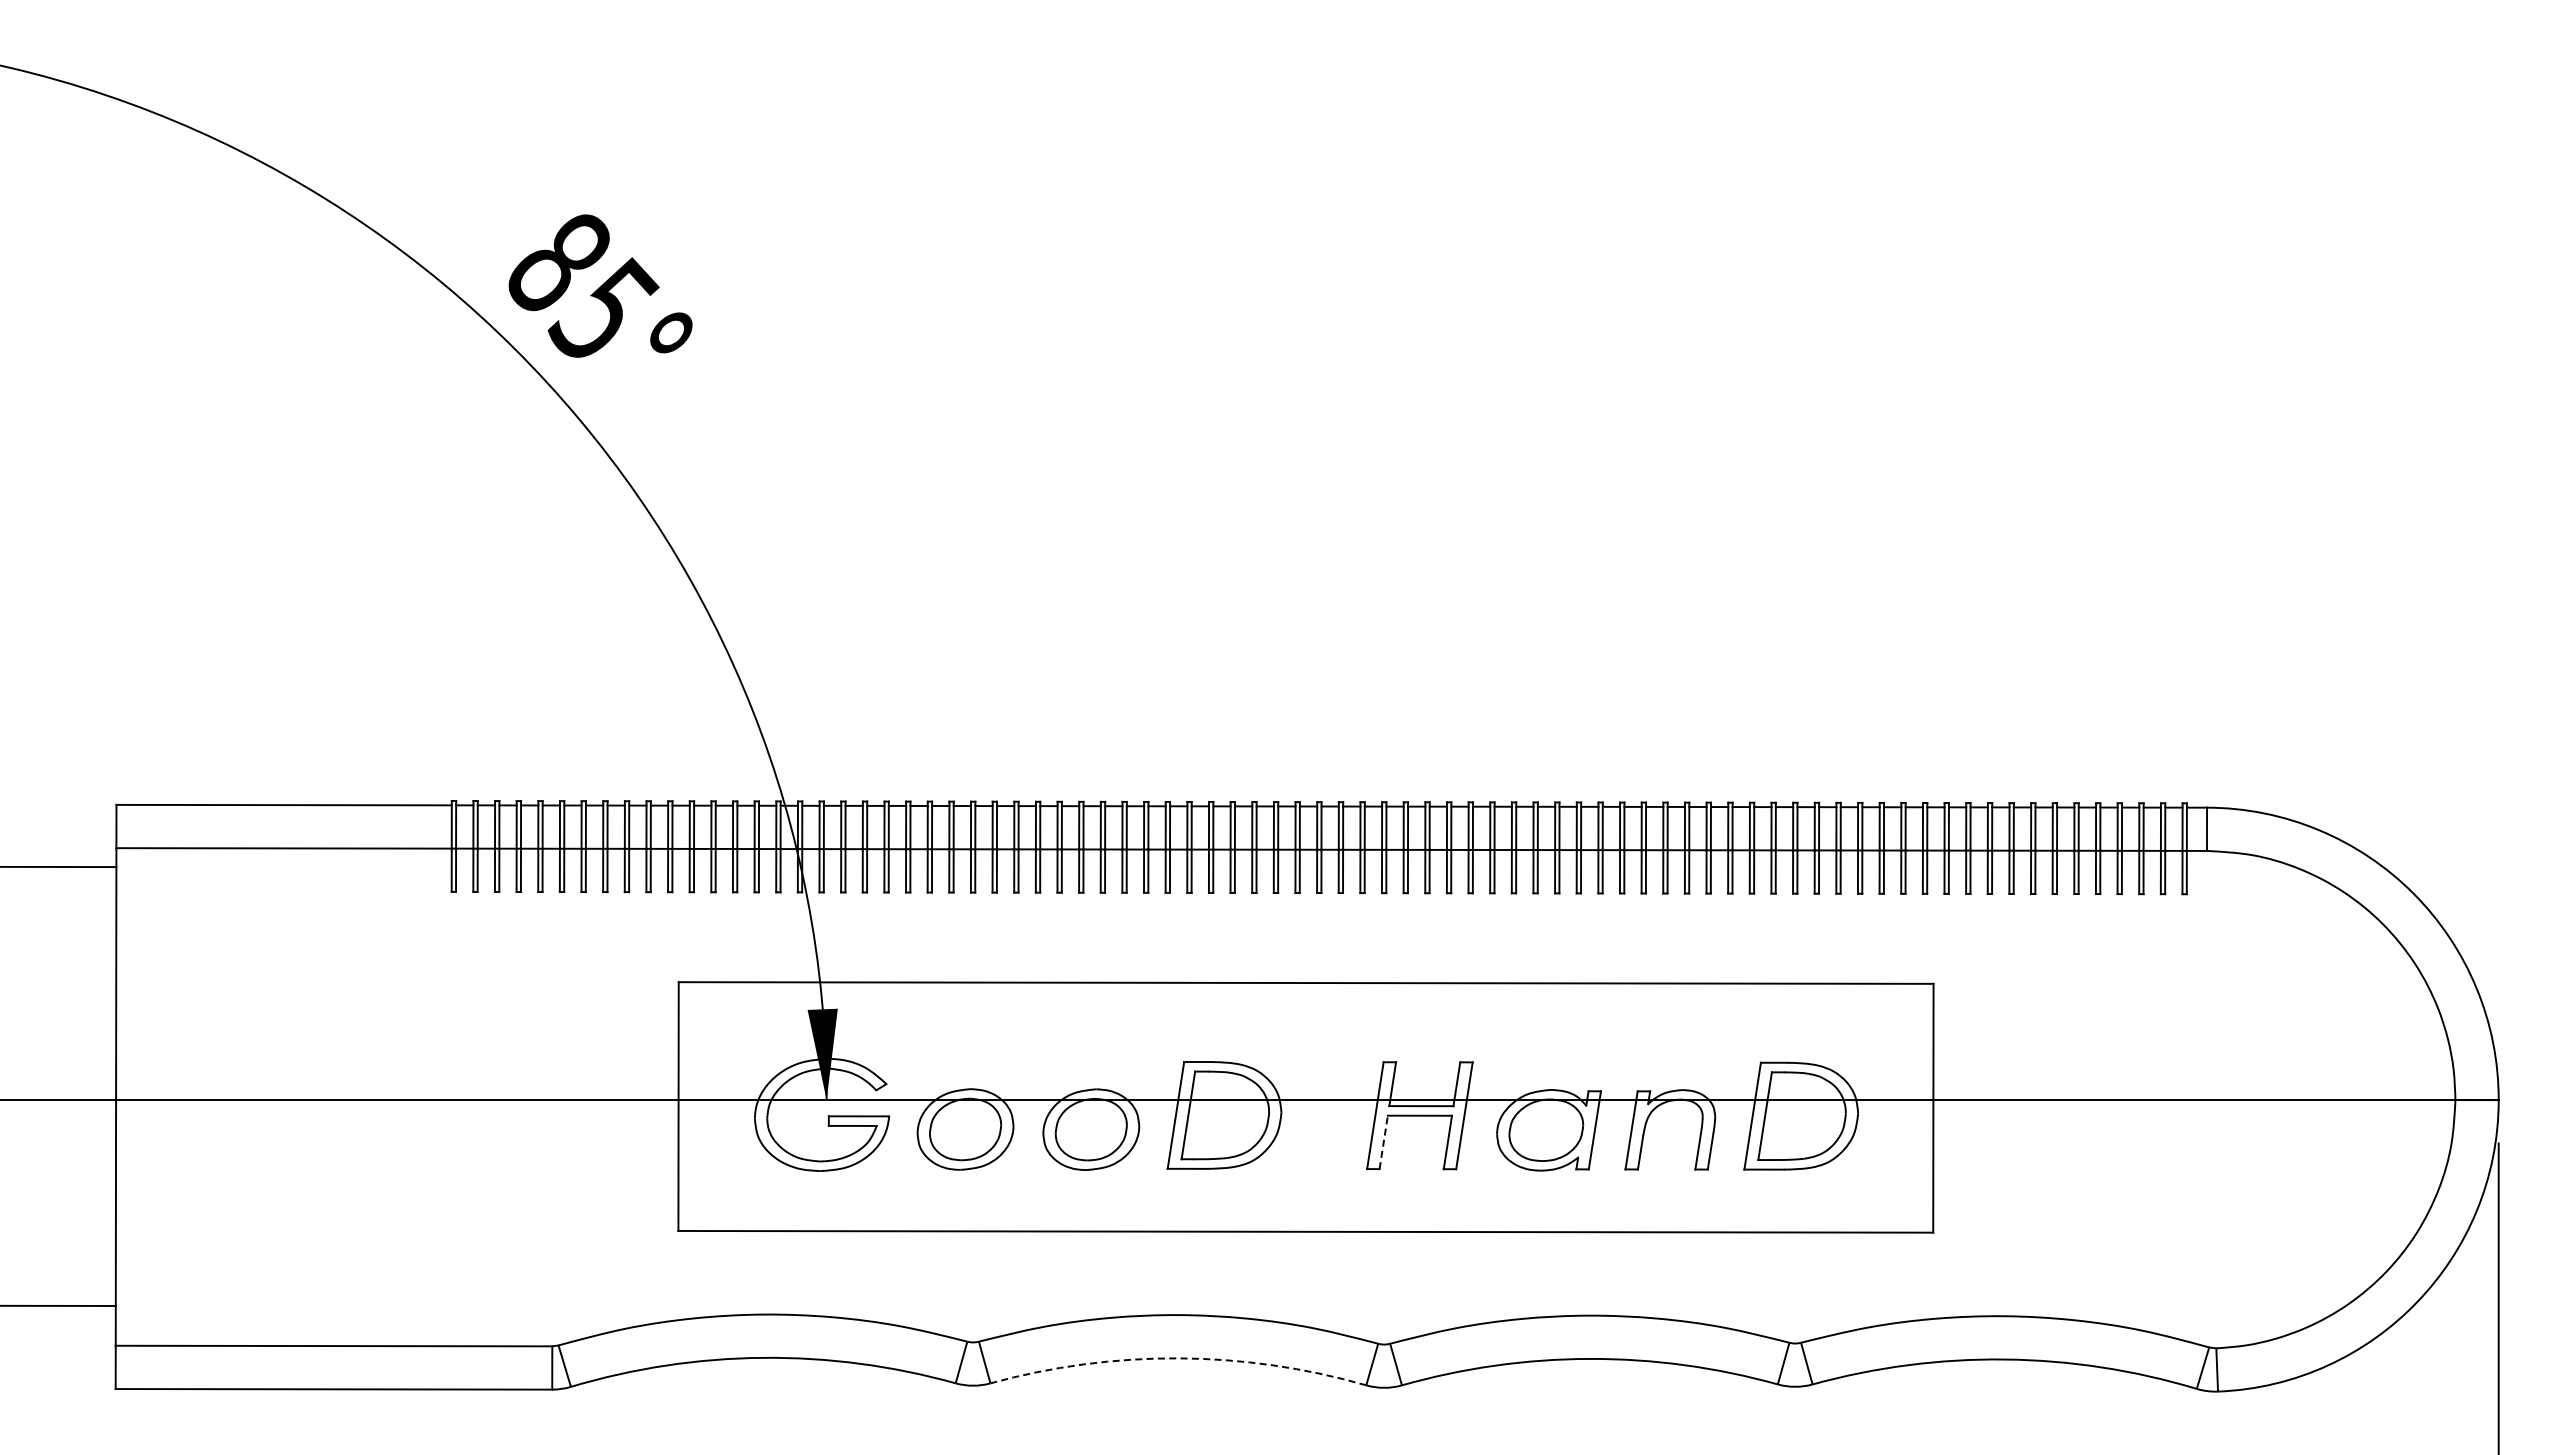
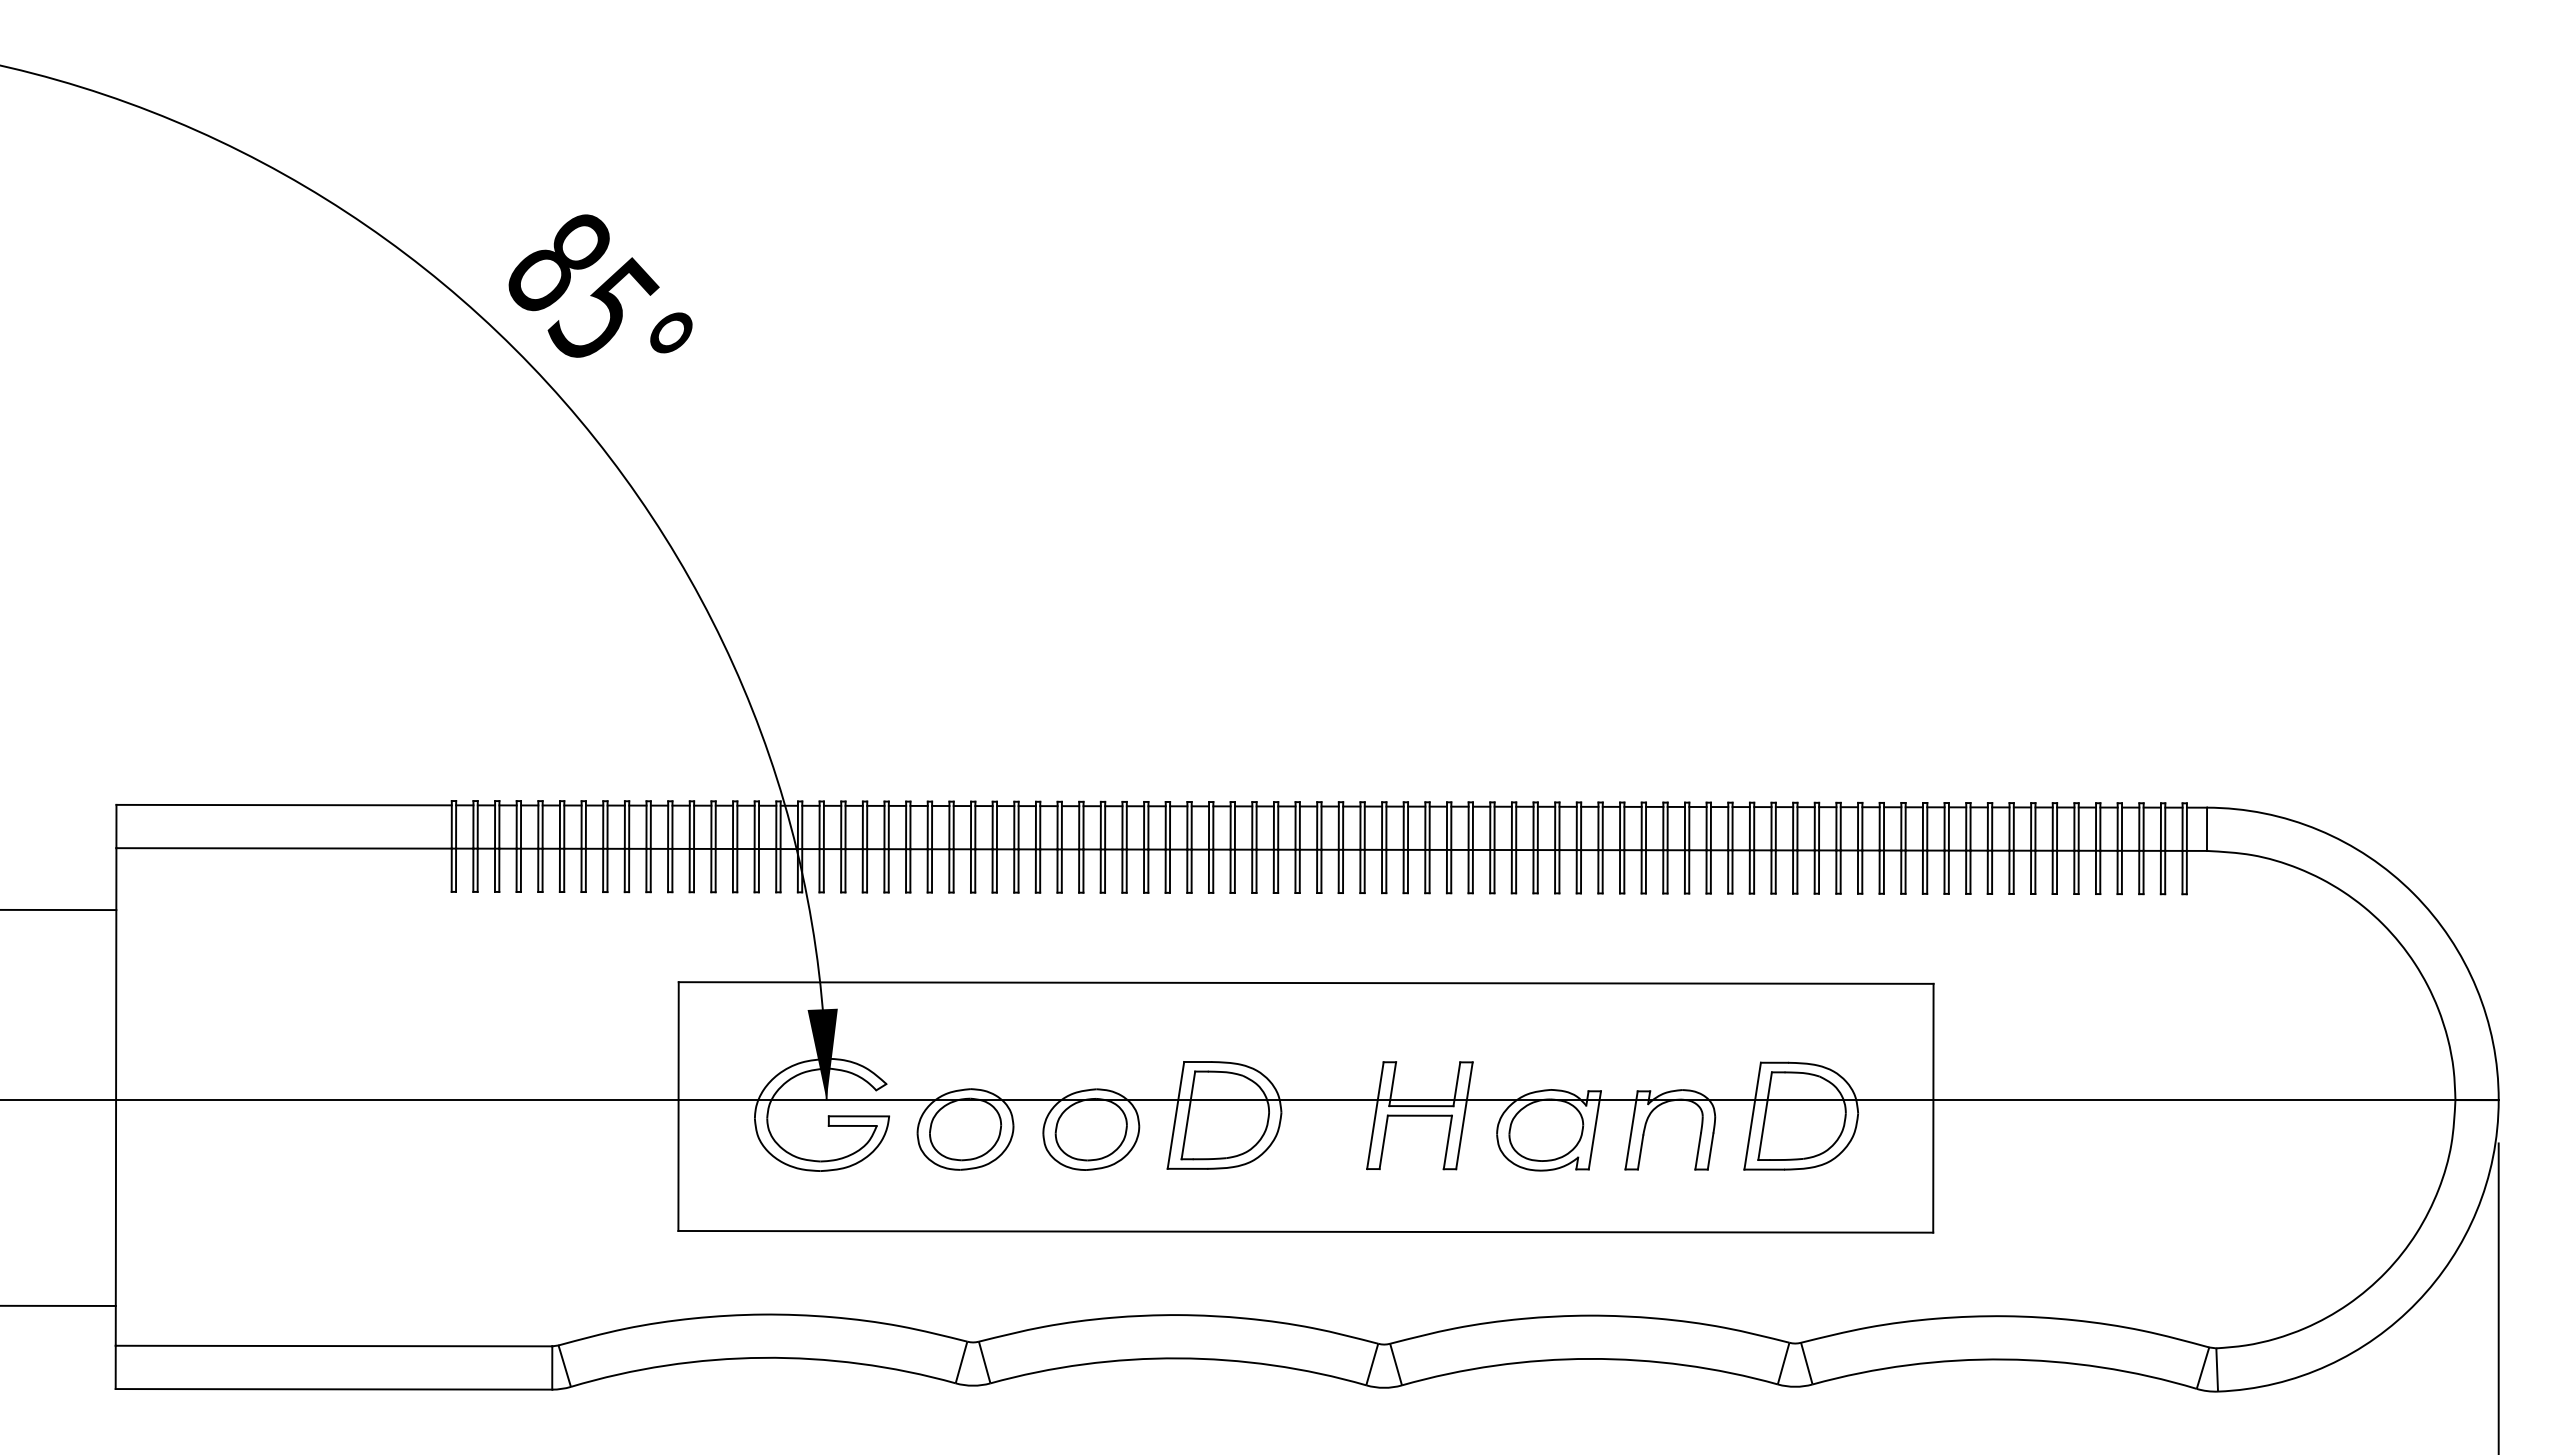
line at (59, 866) position: (59, 866) -> (59, 909)
line at (1383, 1141): dashed -> solid
arc at (1178, 1358): dashed -> solid
